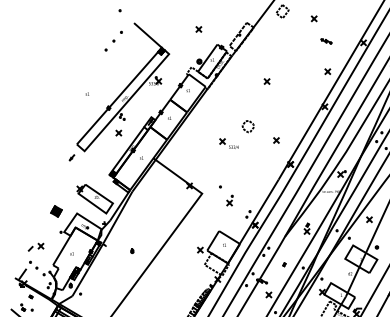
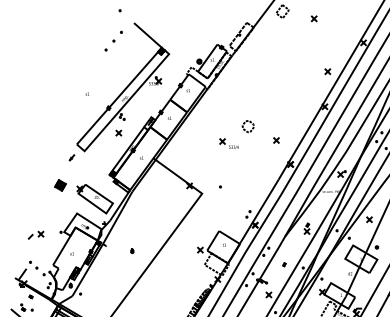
part at (198, 29): present -> none
part at (326, 41): present -> none
part at (266, 81): present -> none
part at (229, 200): present -> none
part at (56, 211) position: (56, 211) -> (60, 185)
part at (35, 246) position: (35, 246) -> (35, 234)
